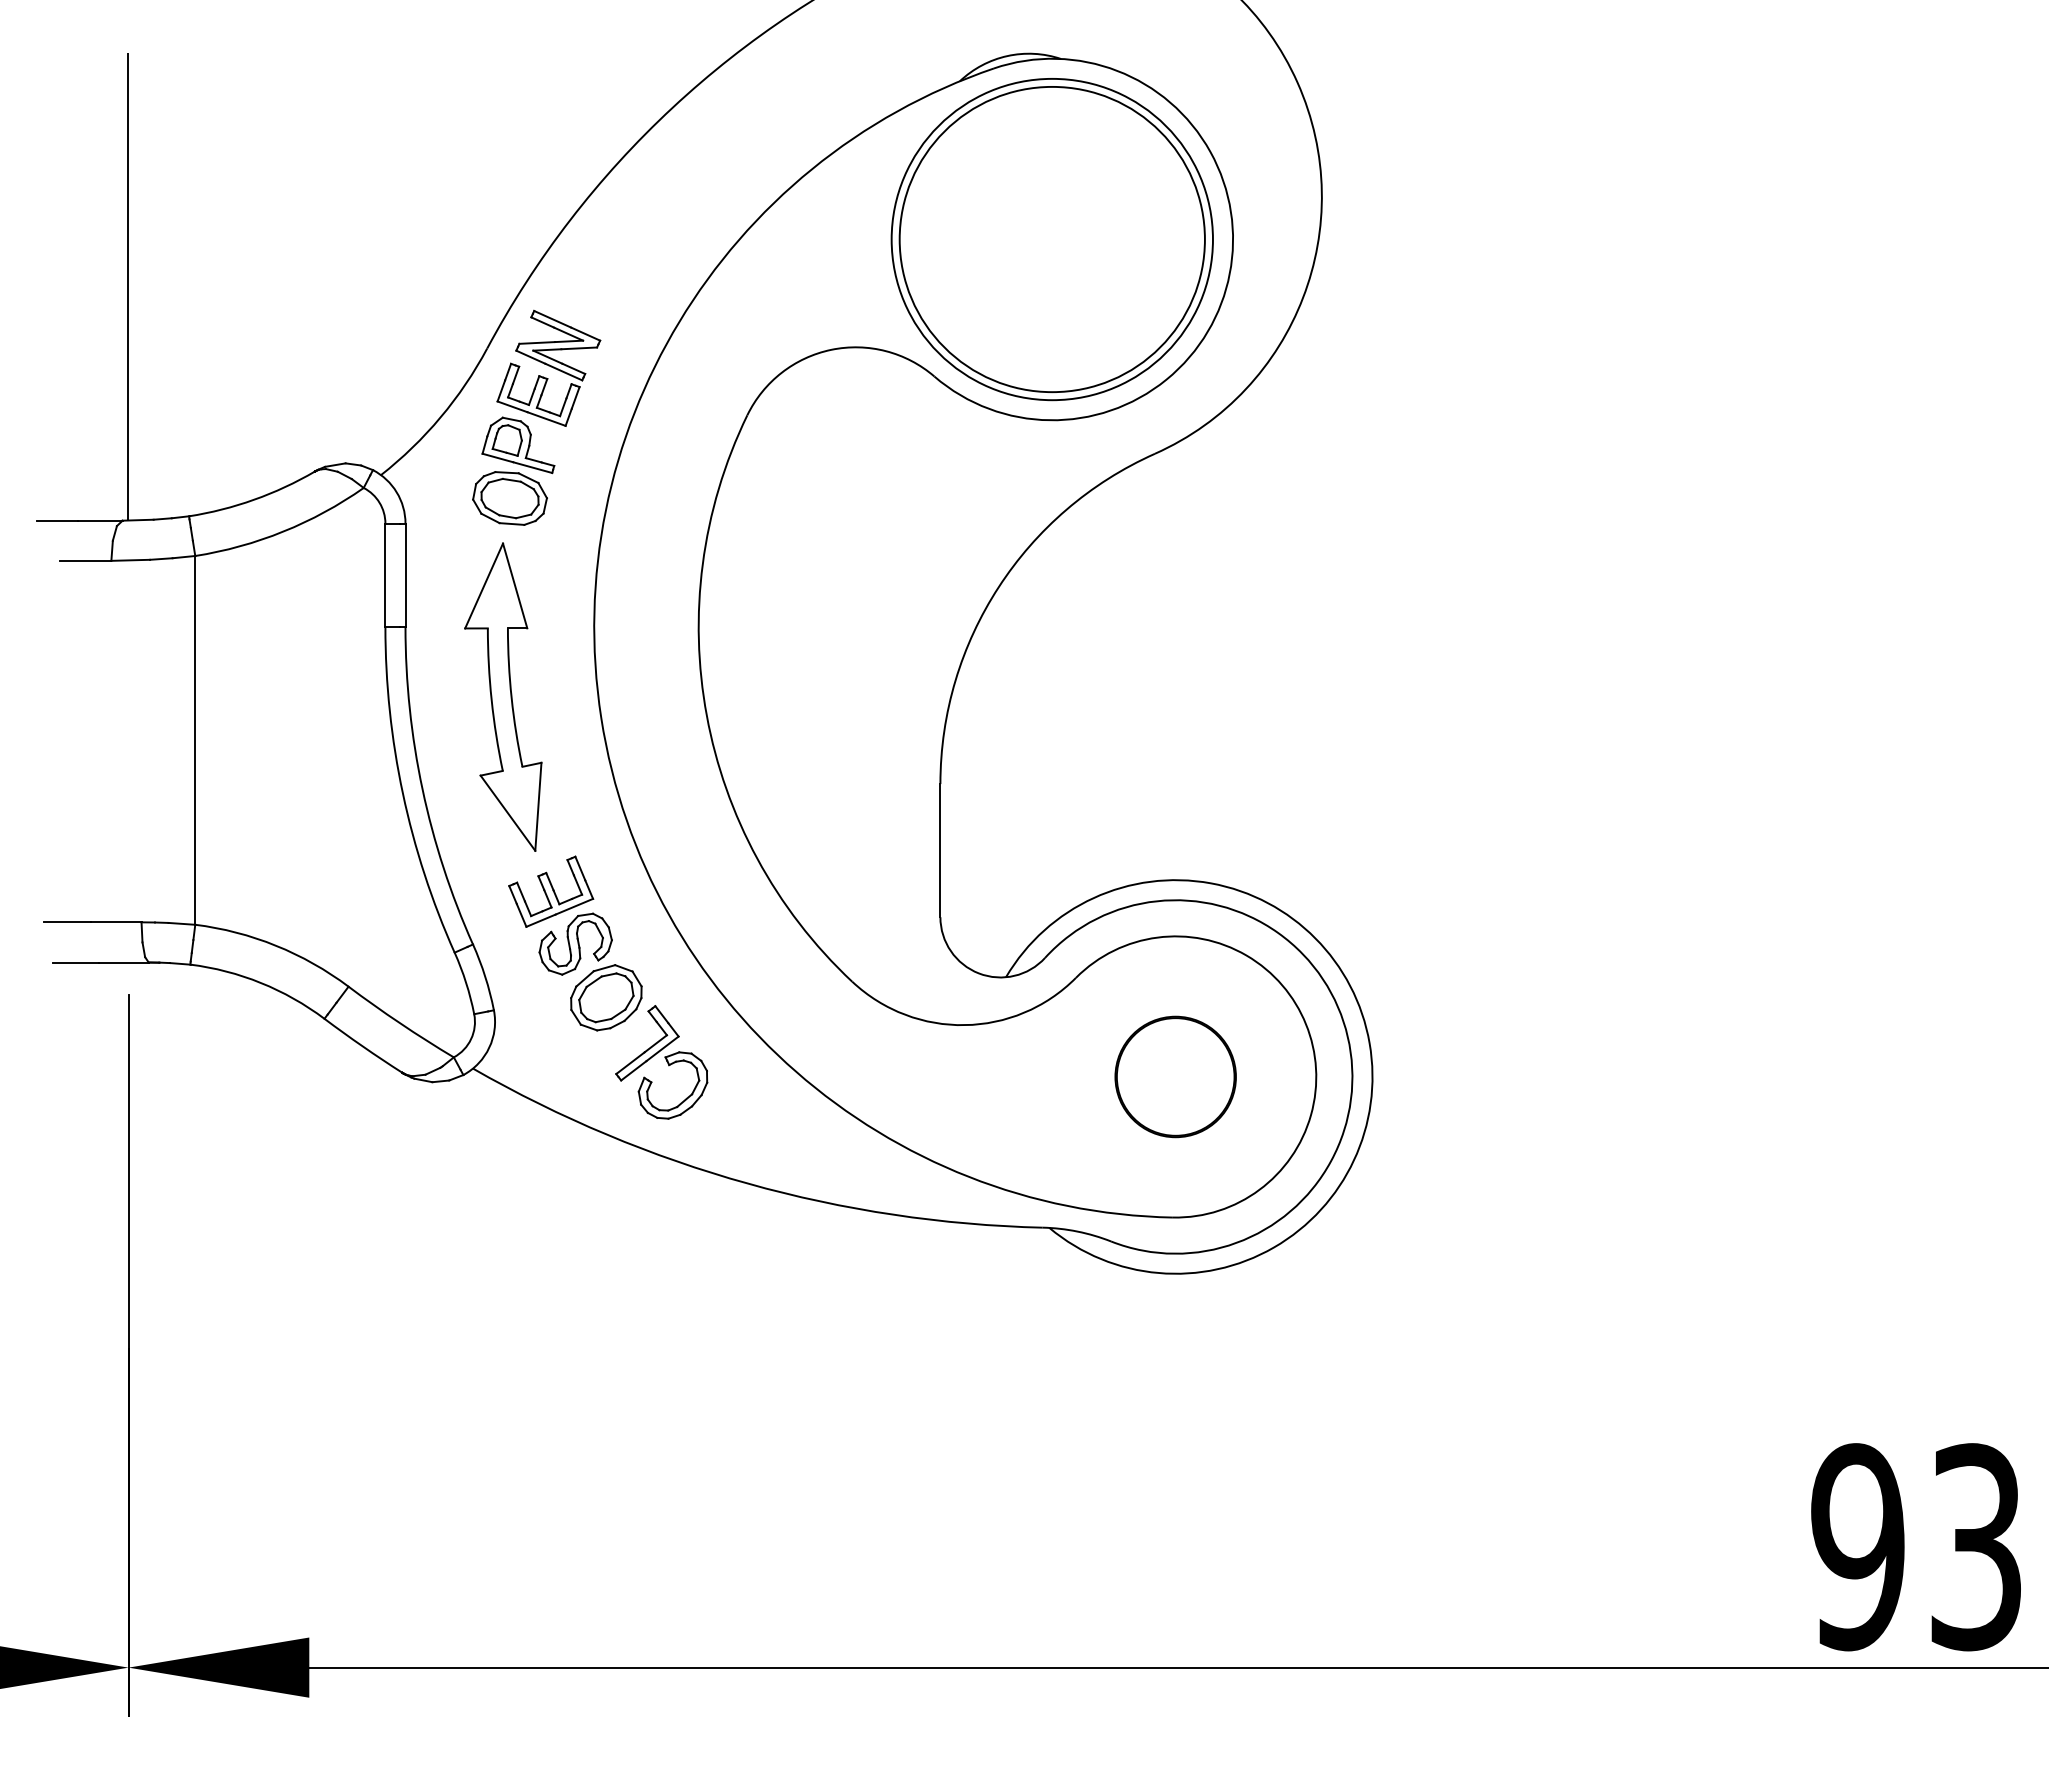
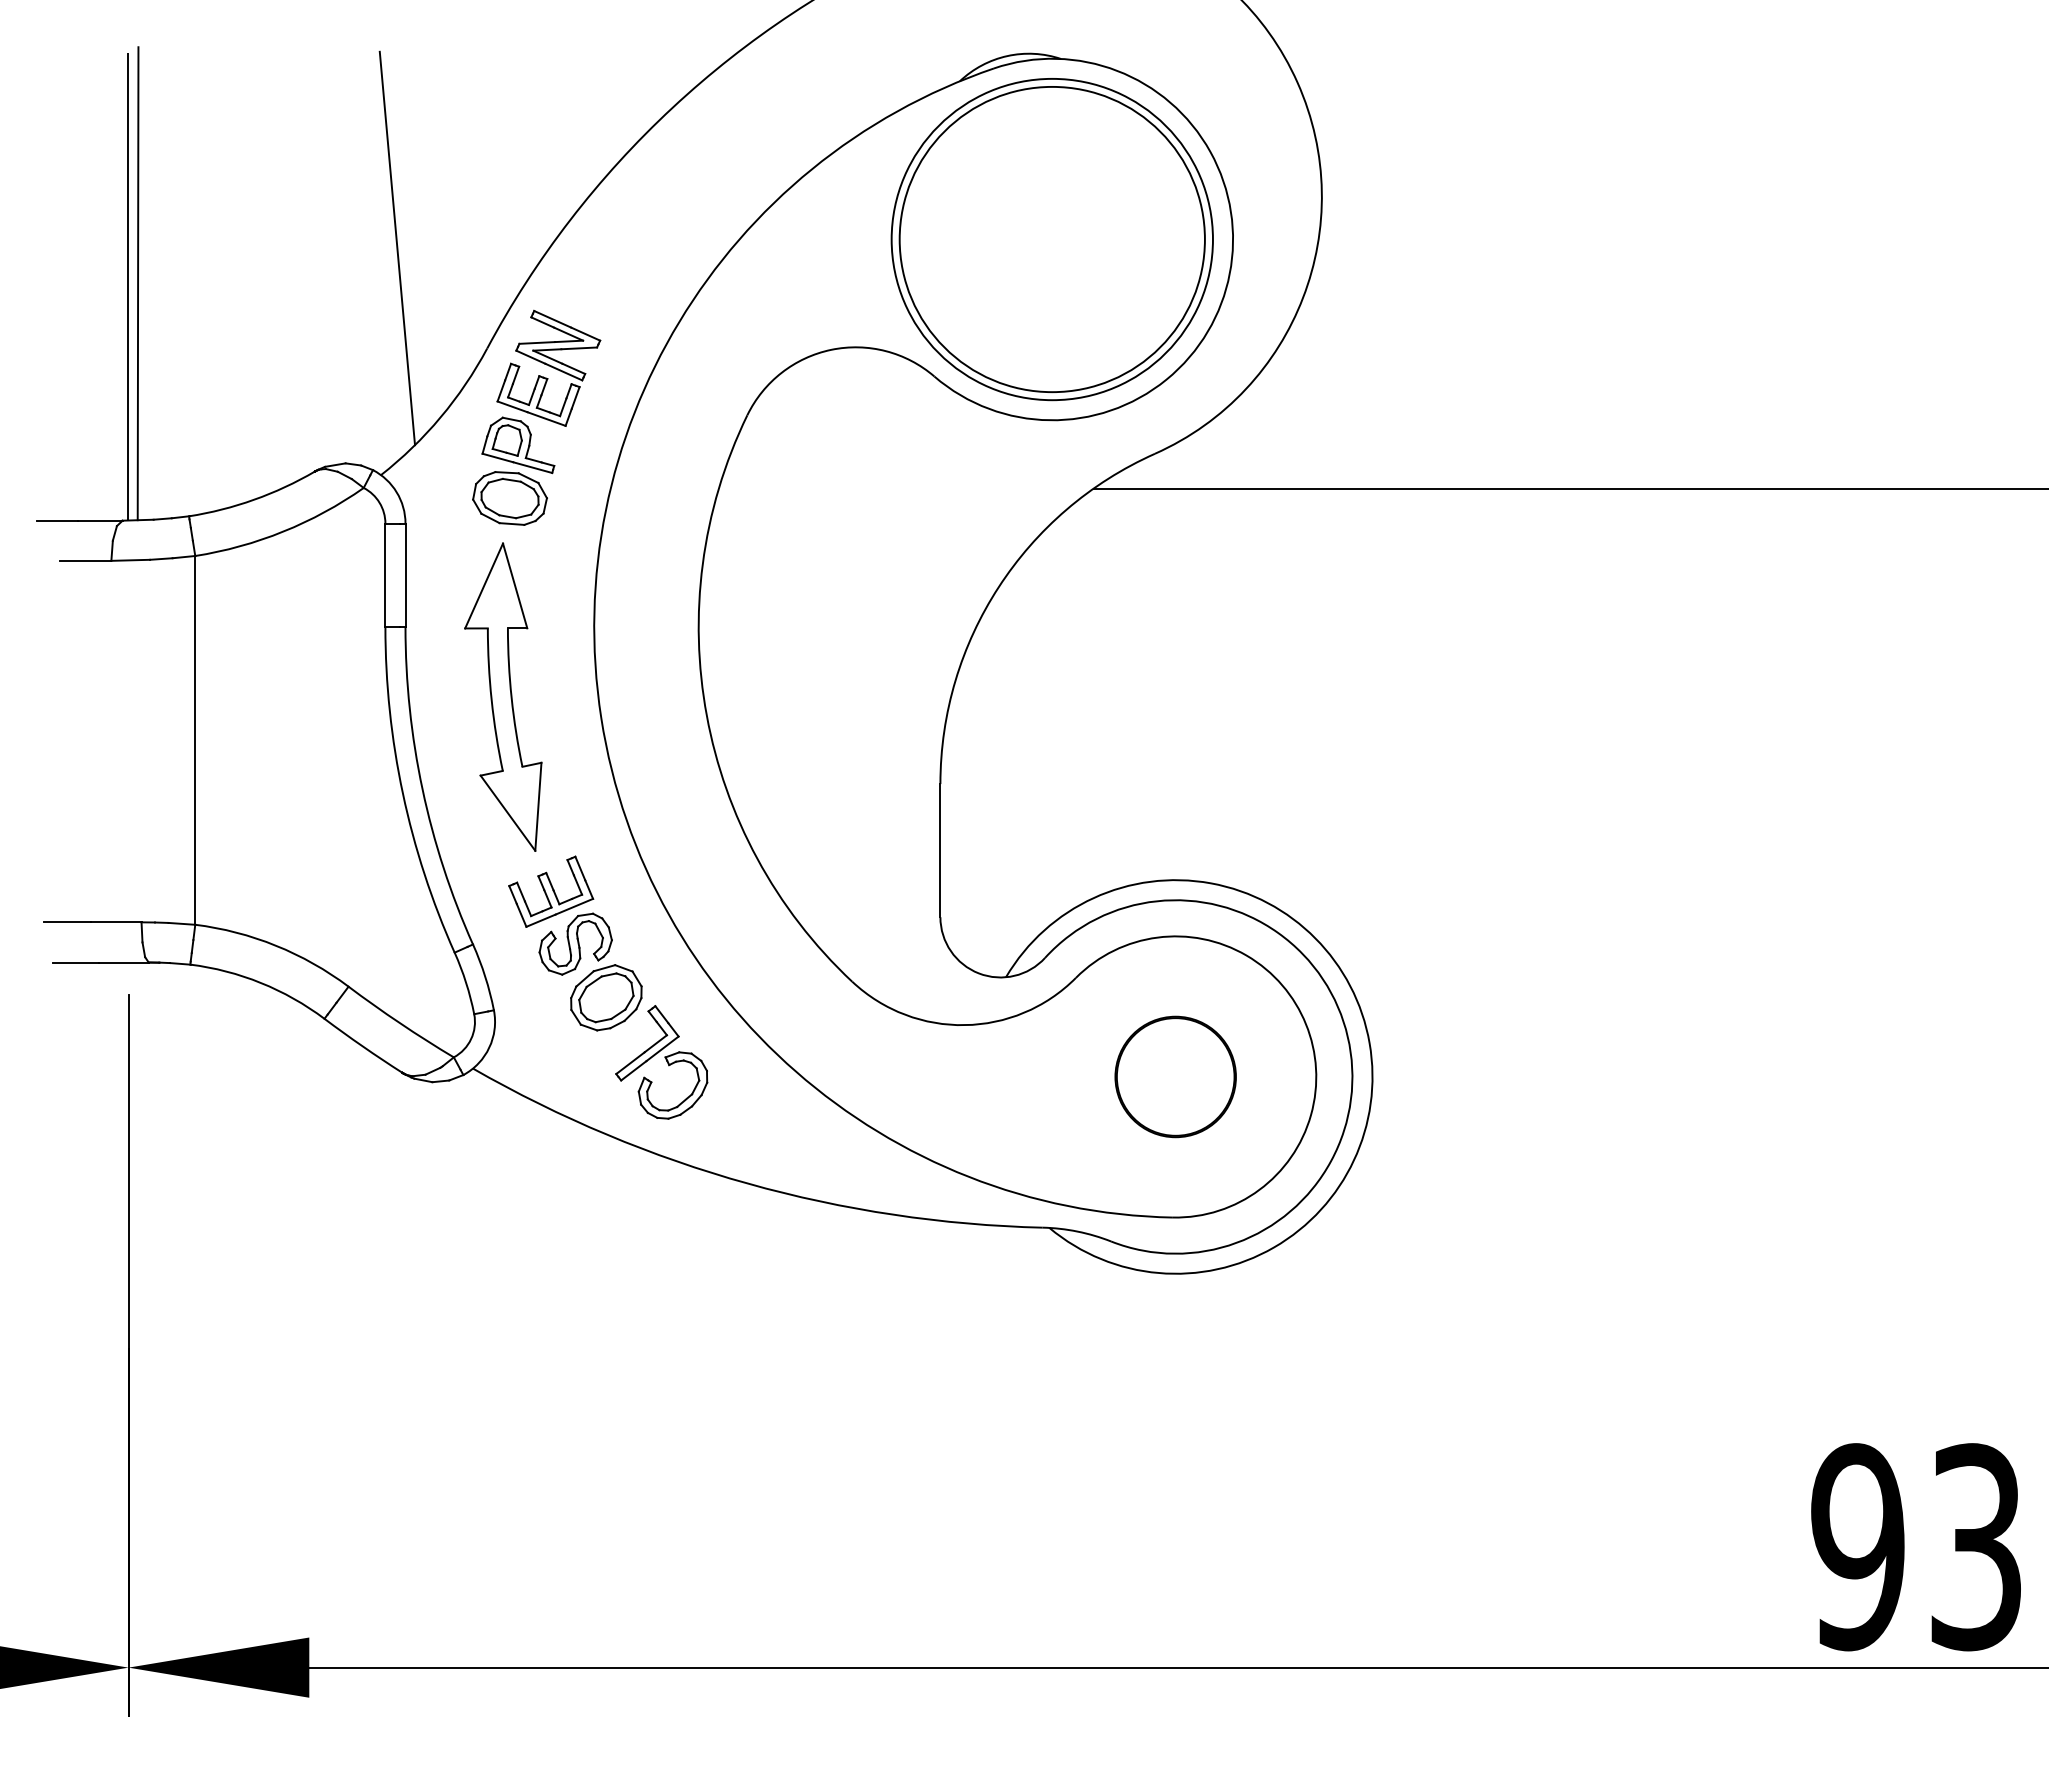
line at (397, 248): none -> present
line at (137, 283): none -> present
line at (1569, 488): none -> present
